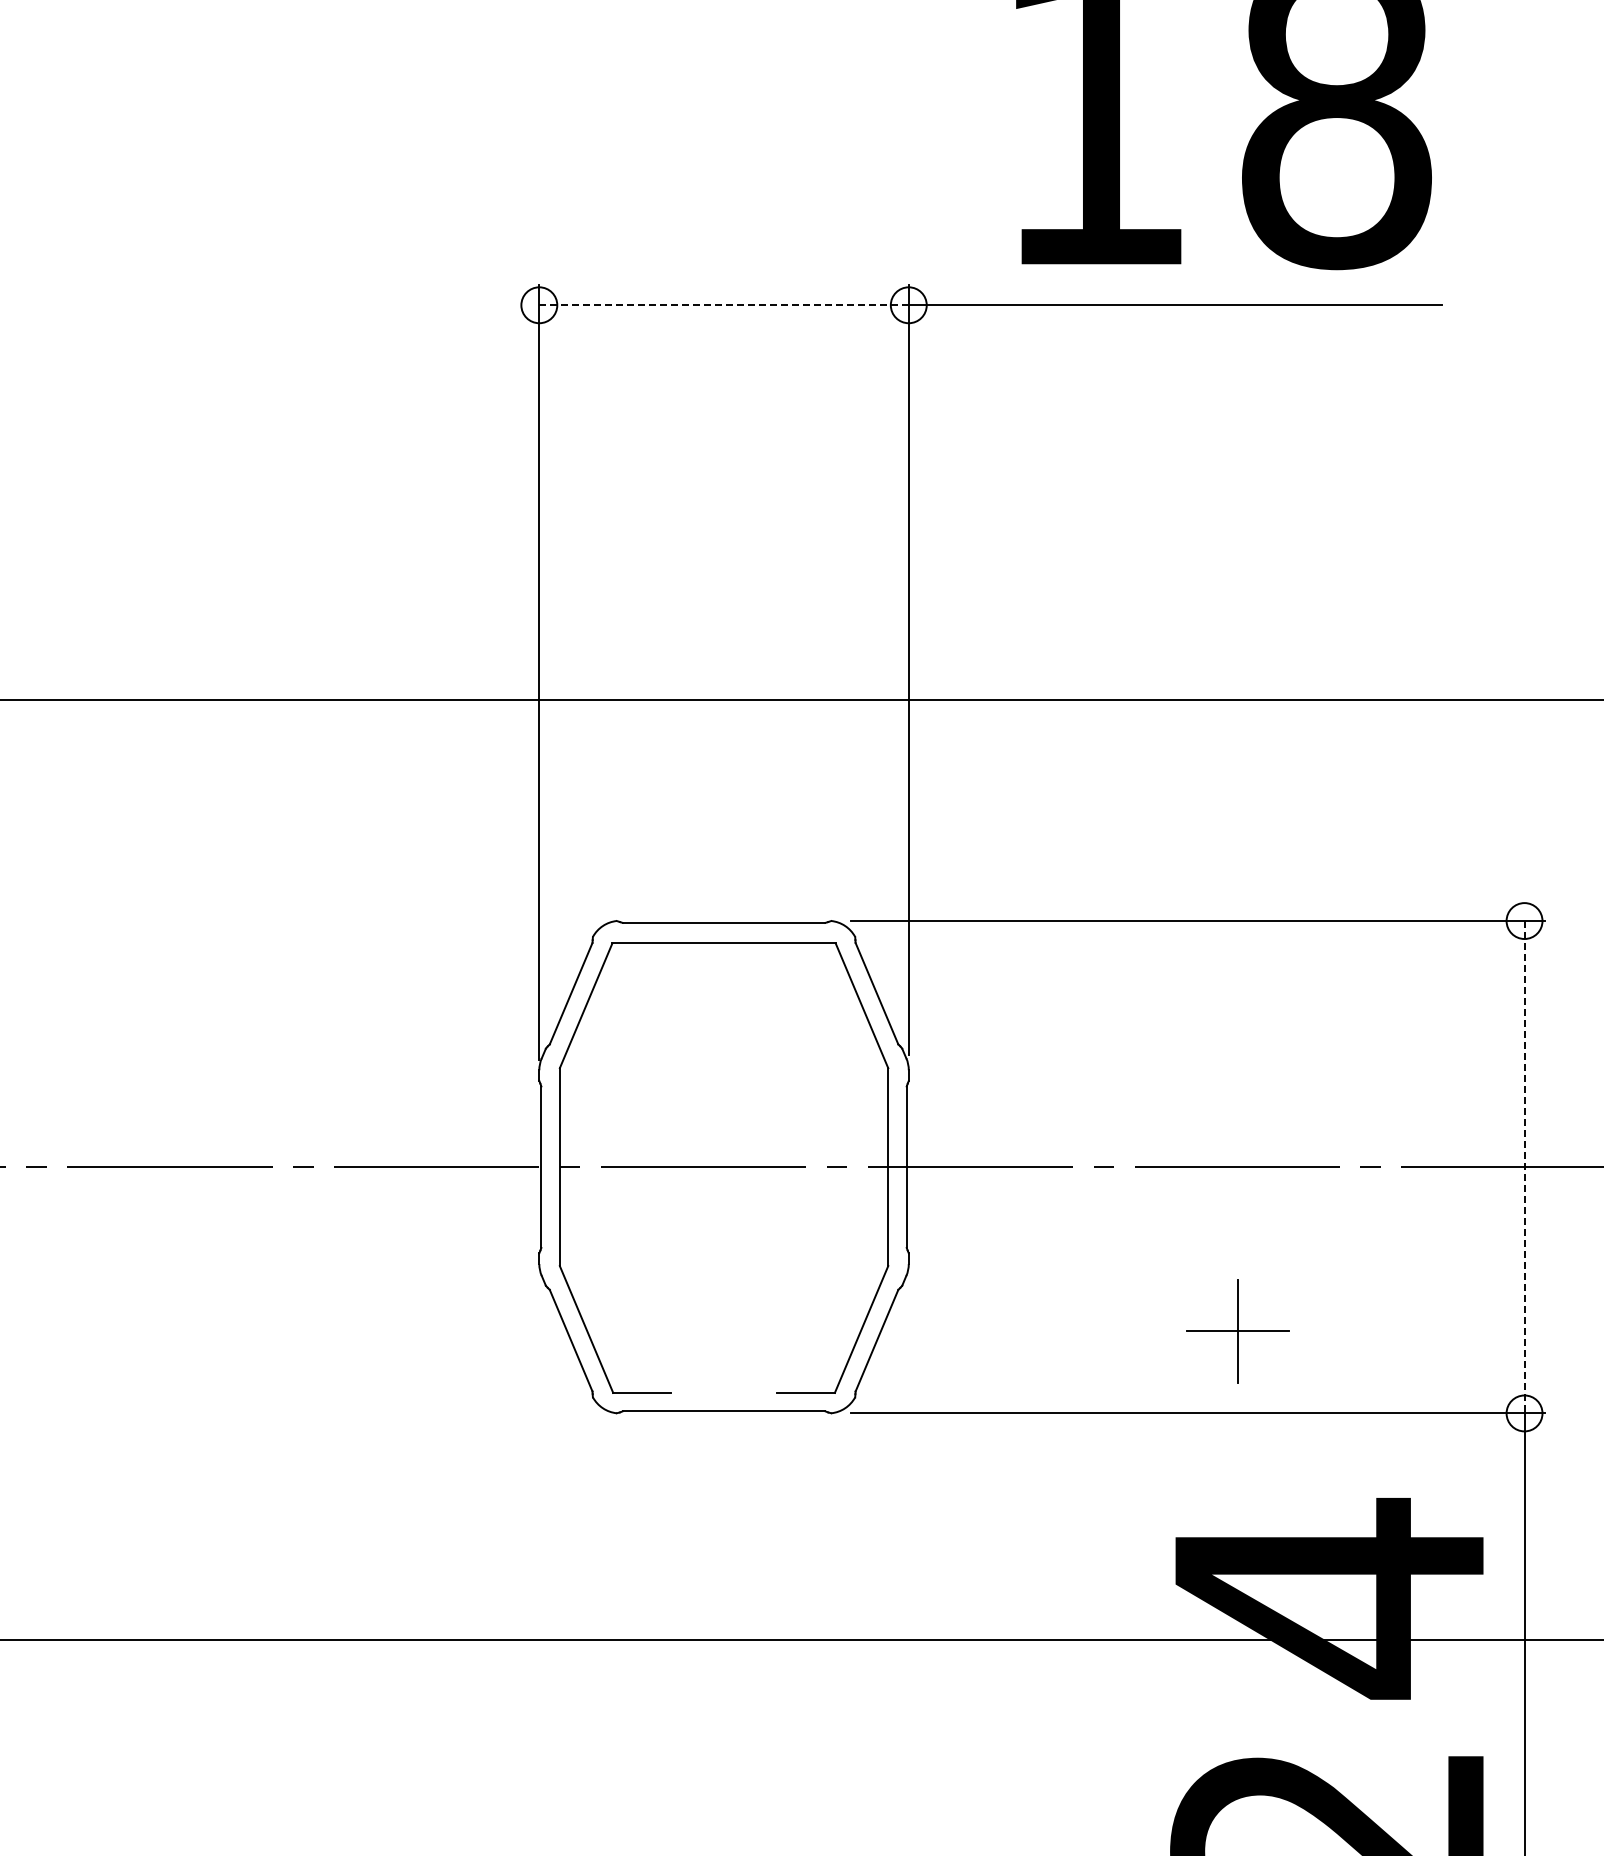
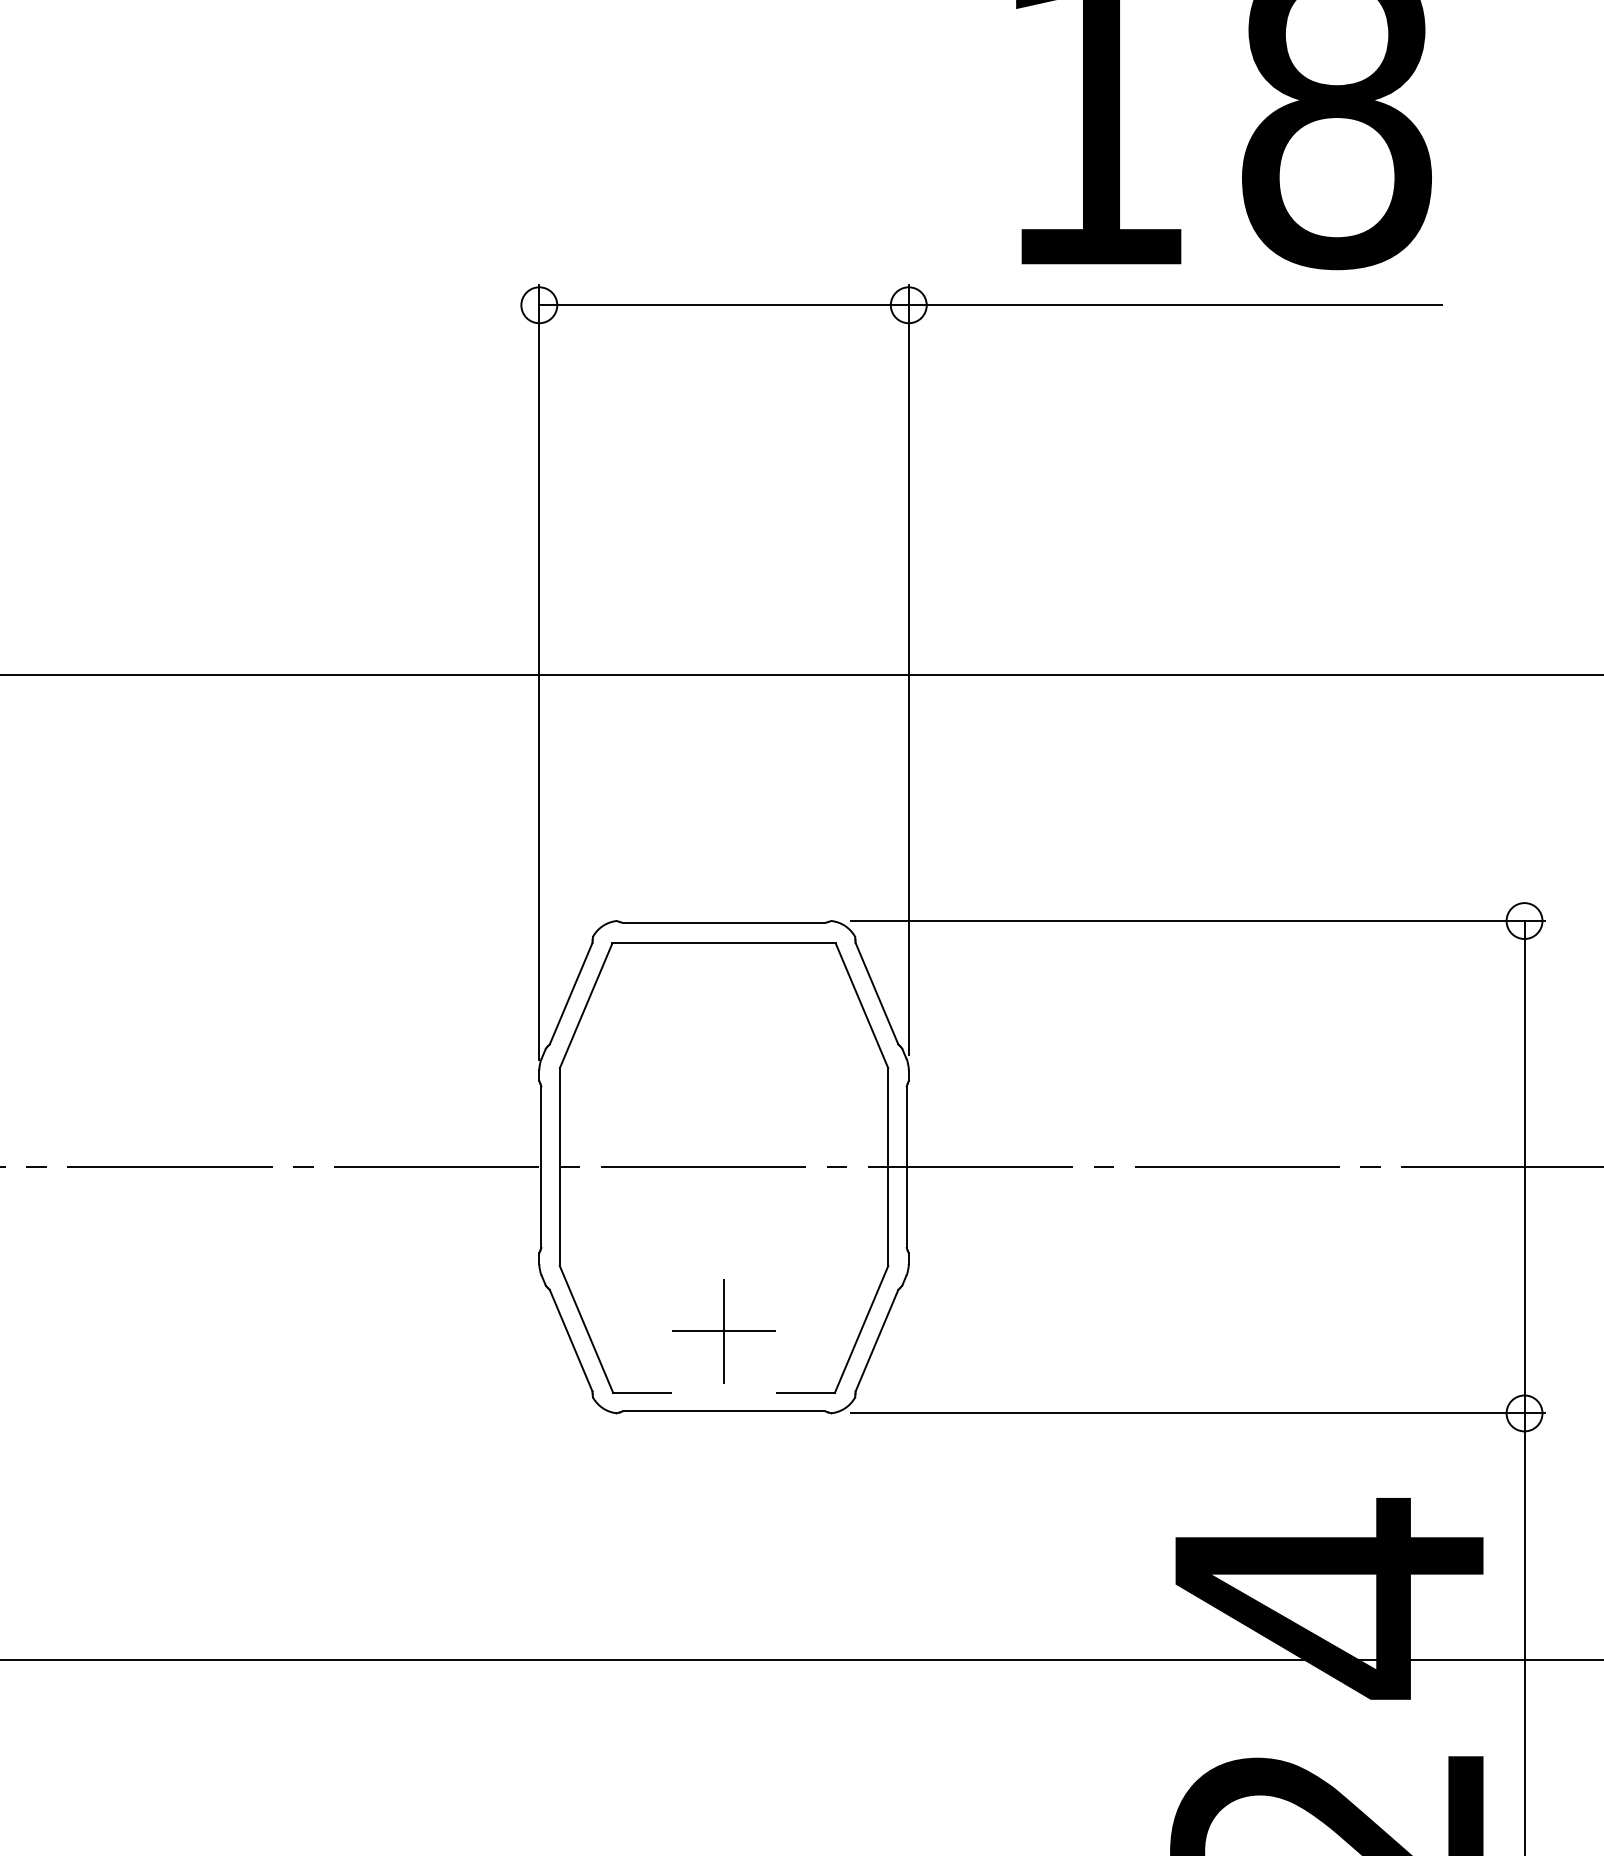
line at (724, 305): dashed -> solid
line at (801, 699) position: (801, 699) -> (801, 674)
line at (1524, 1167): dashed -> solid
part at (1237, 1331) position: (1237, 1331) -> (723, 1331)
line at (801, 1639) position: (801, 1639) -> (801, 1659)
